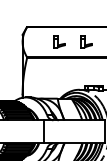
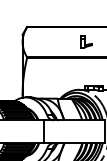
part at (59, 41): present -> none
